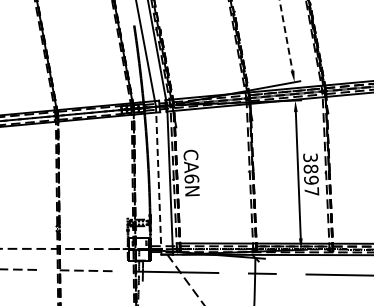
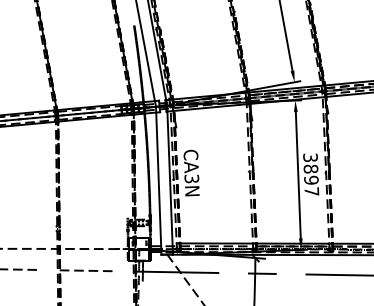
line at (286, 35): dashed -> solid
text at (191, 178): CA6N -> CA3N
line at (158, 180): dashed -> solid
